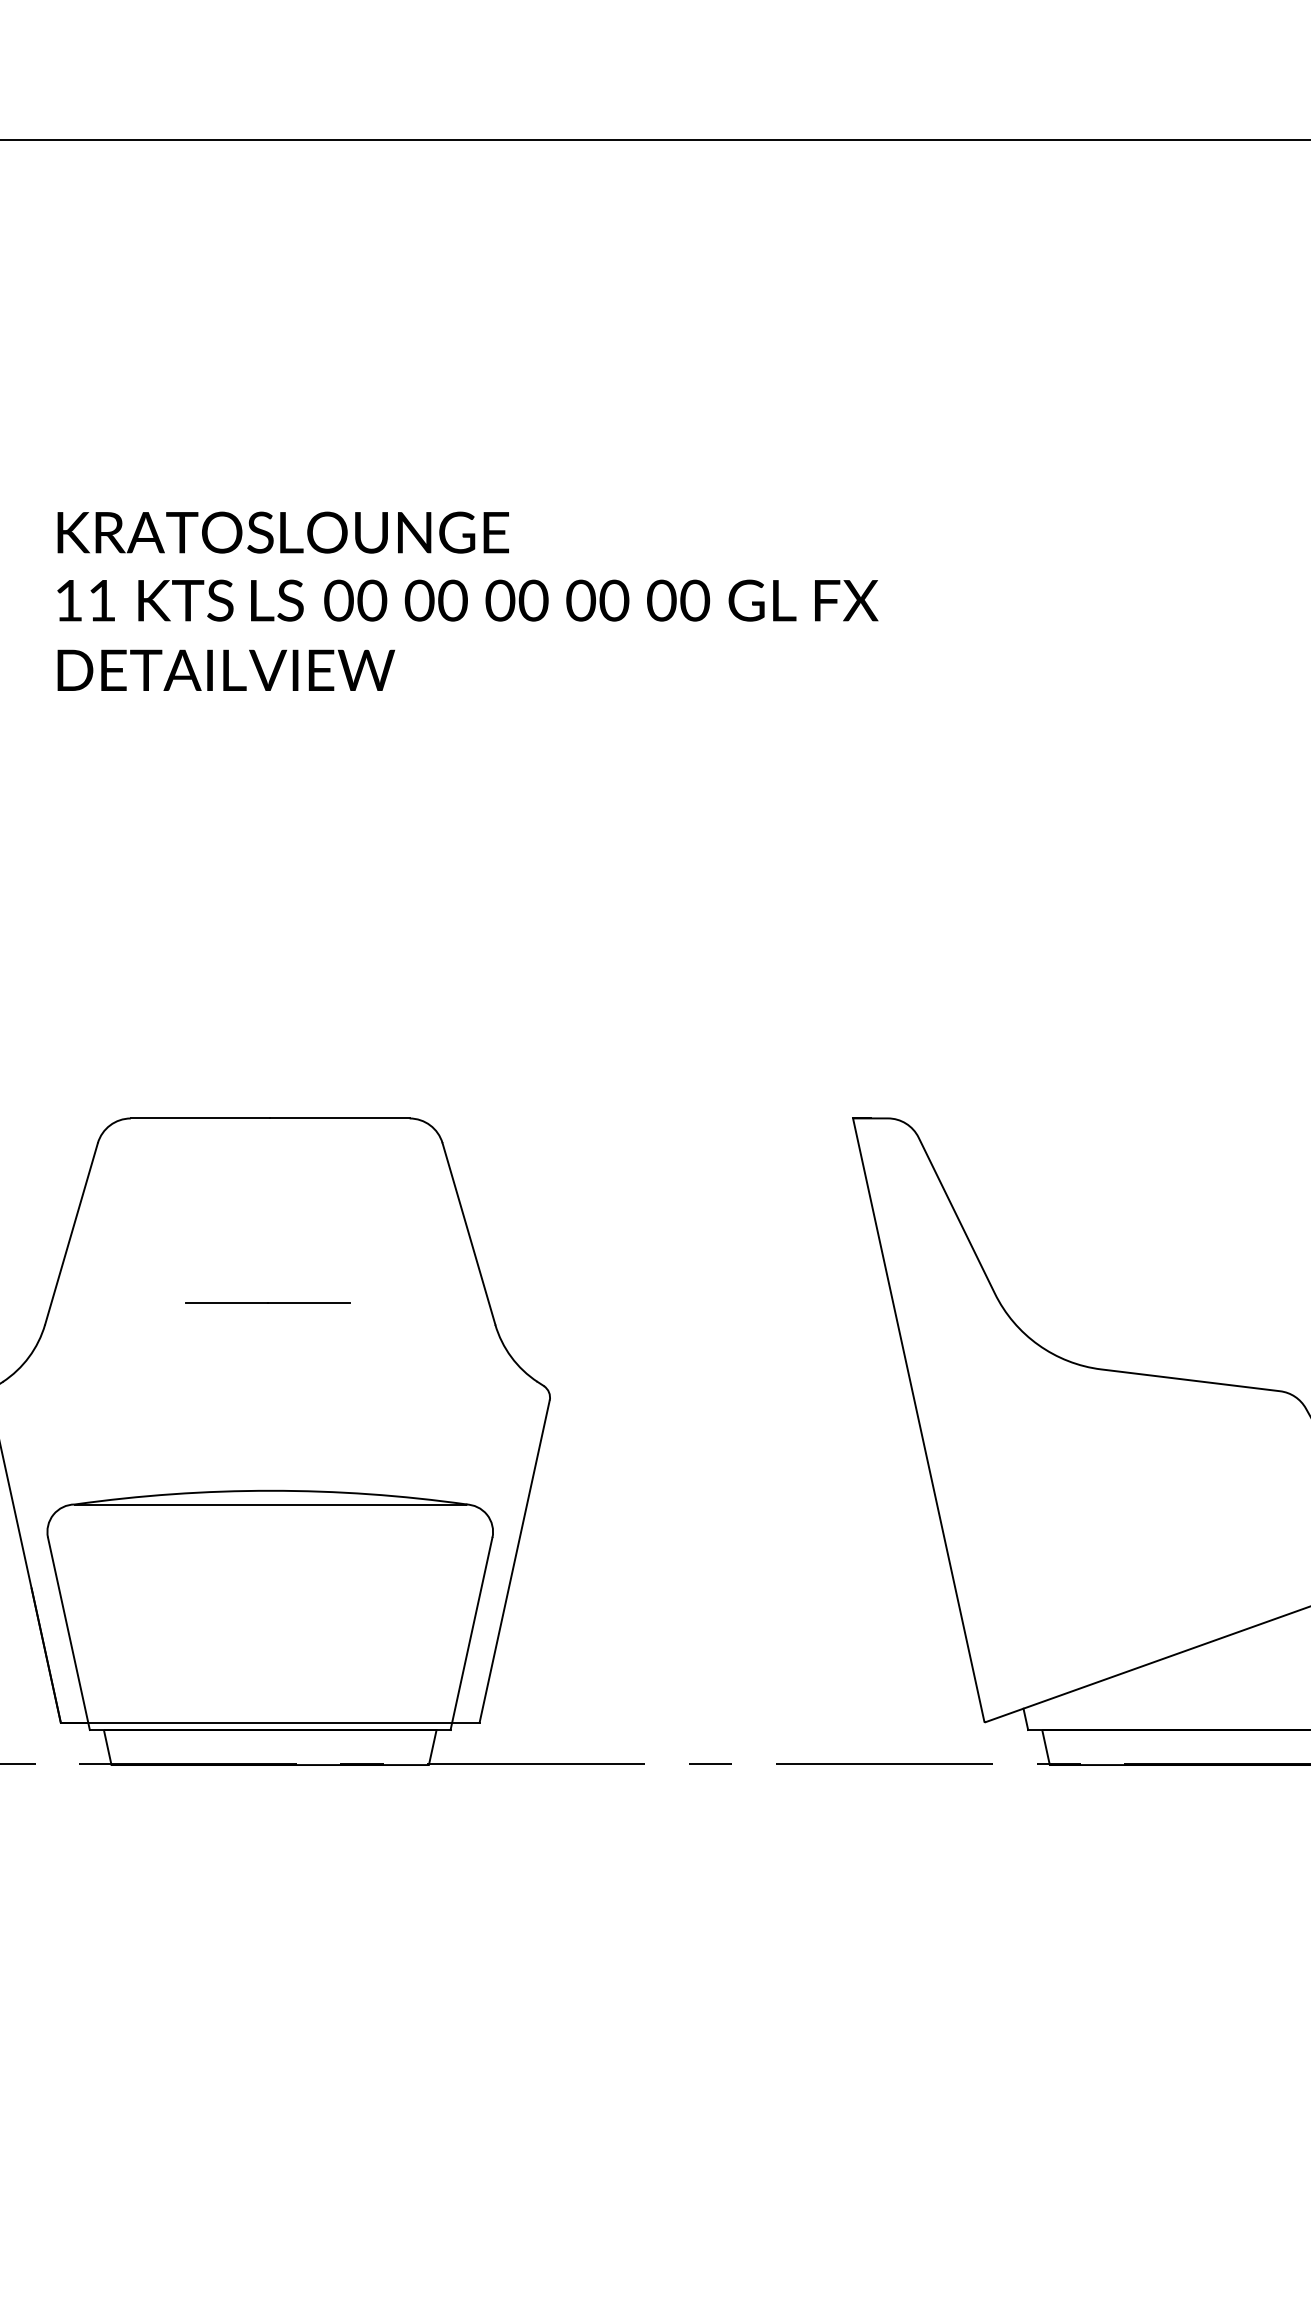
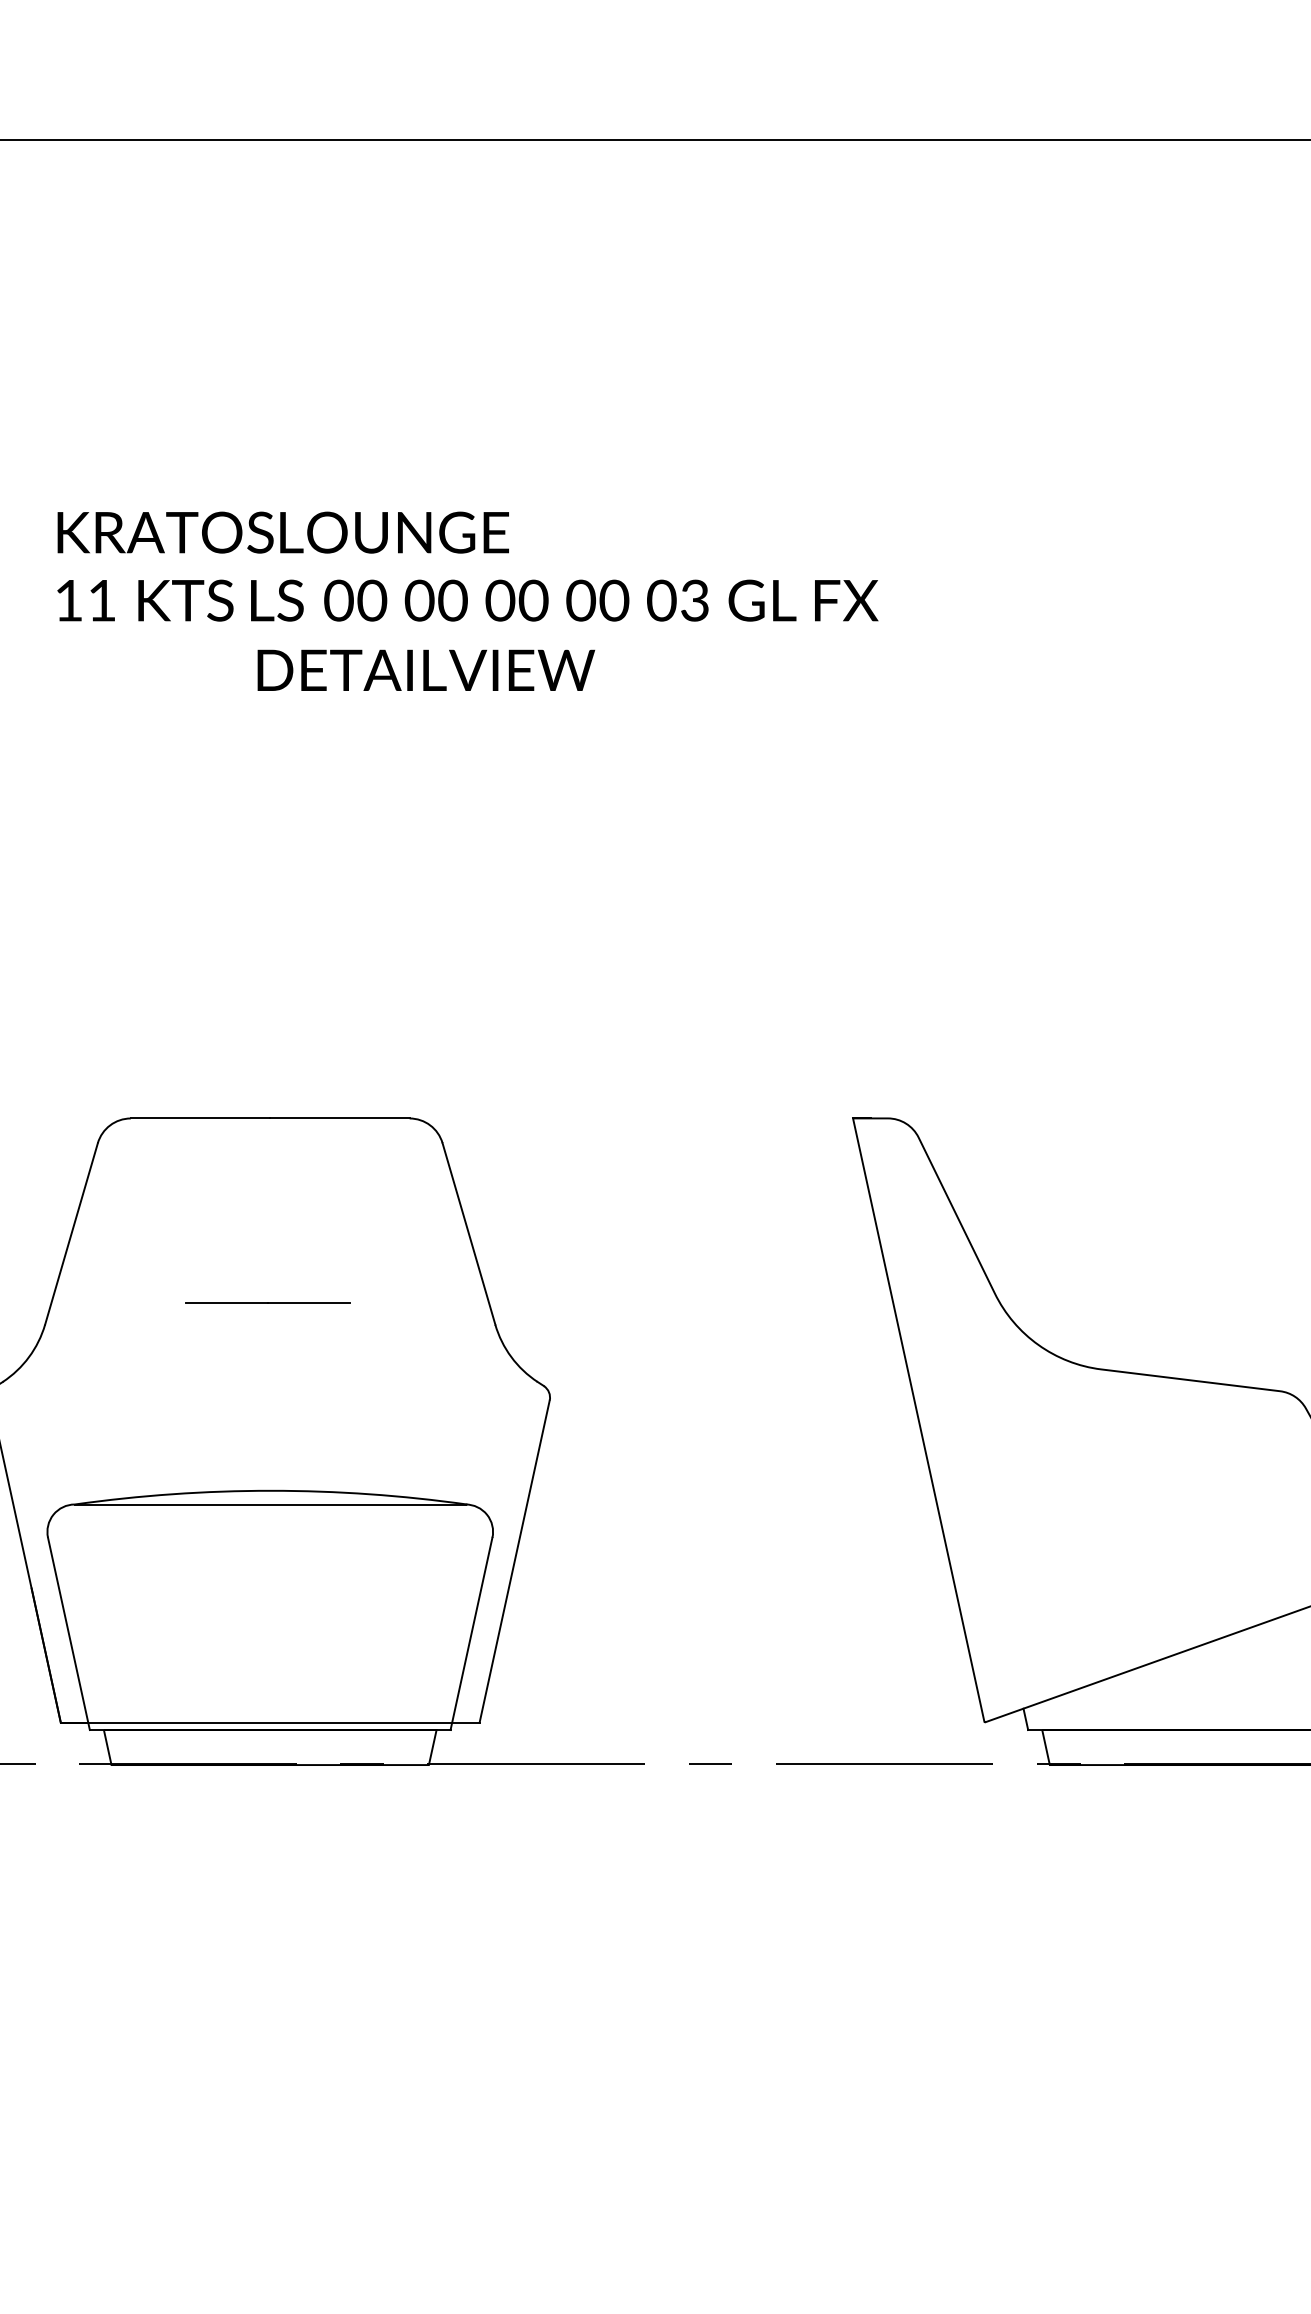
text at (695, 600): 00 -> 03
text at (226, 669) position: (226, 669) -> (426, 669)
